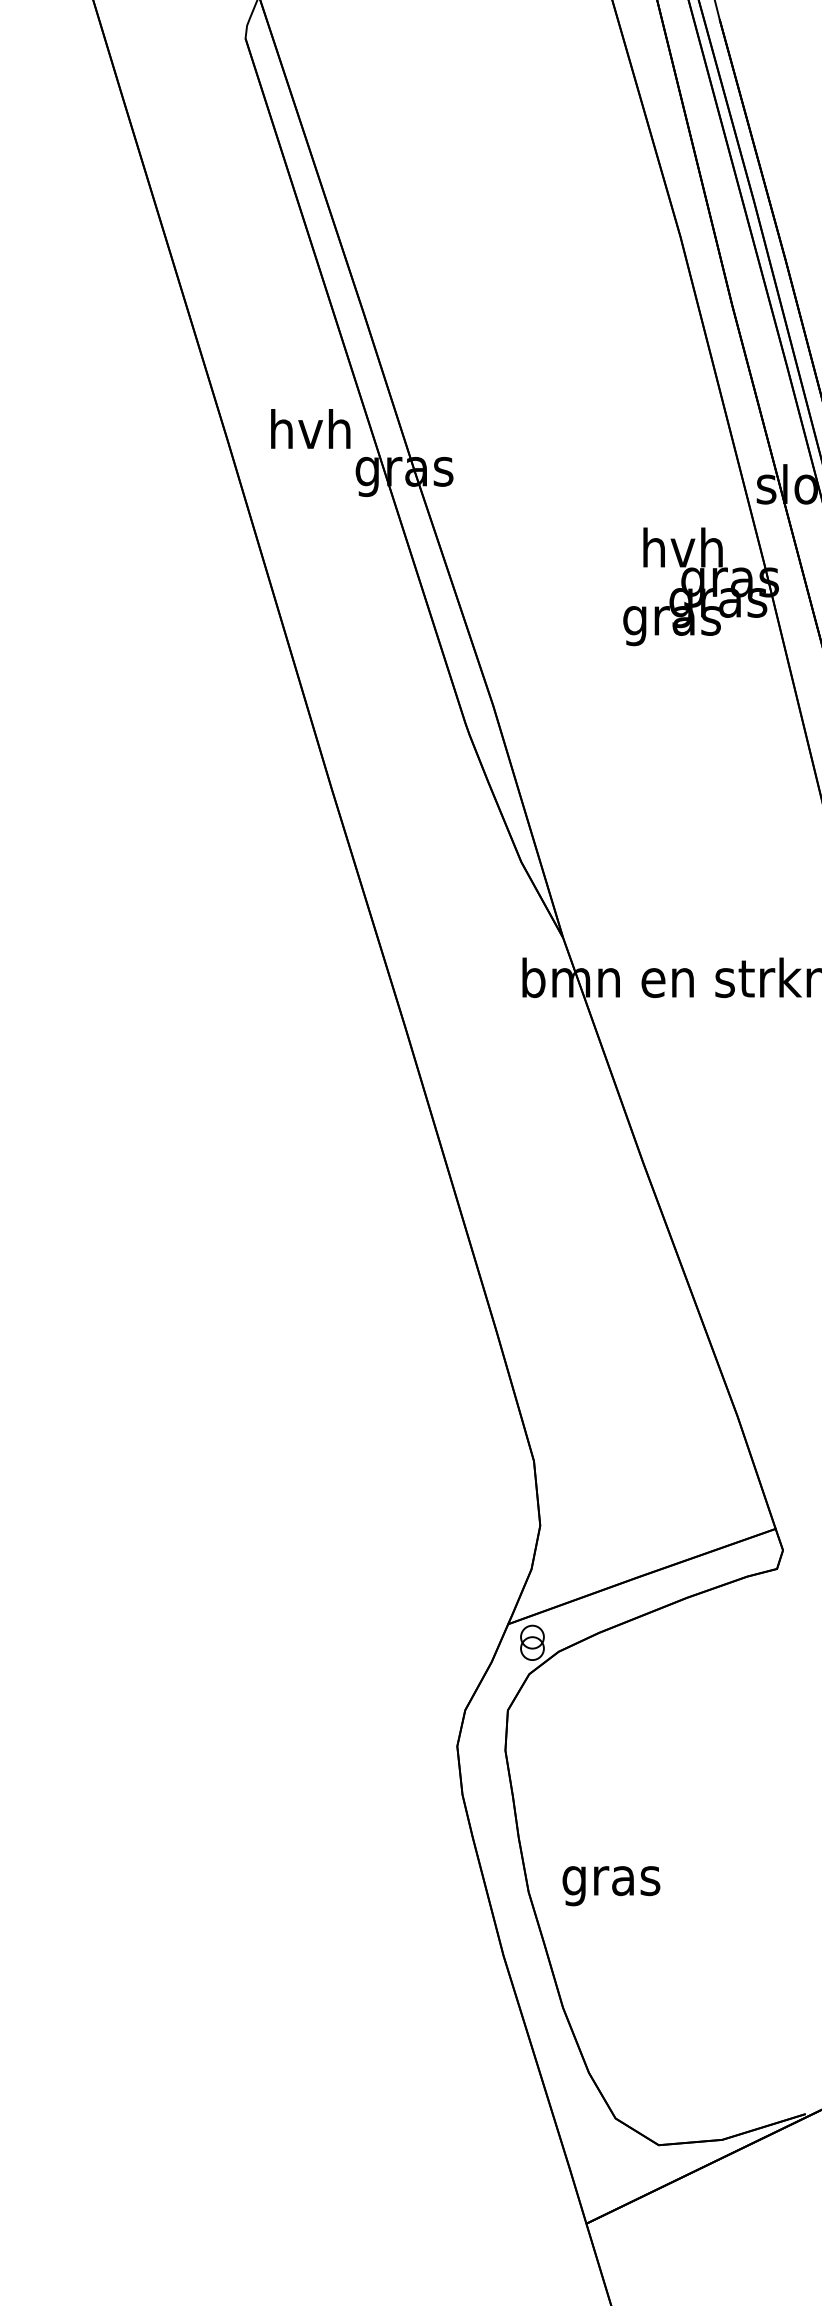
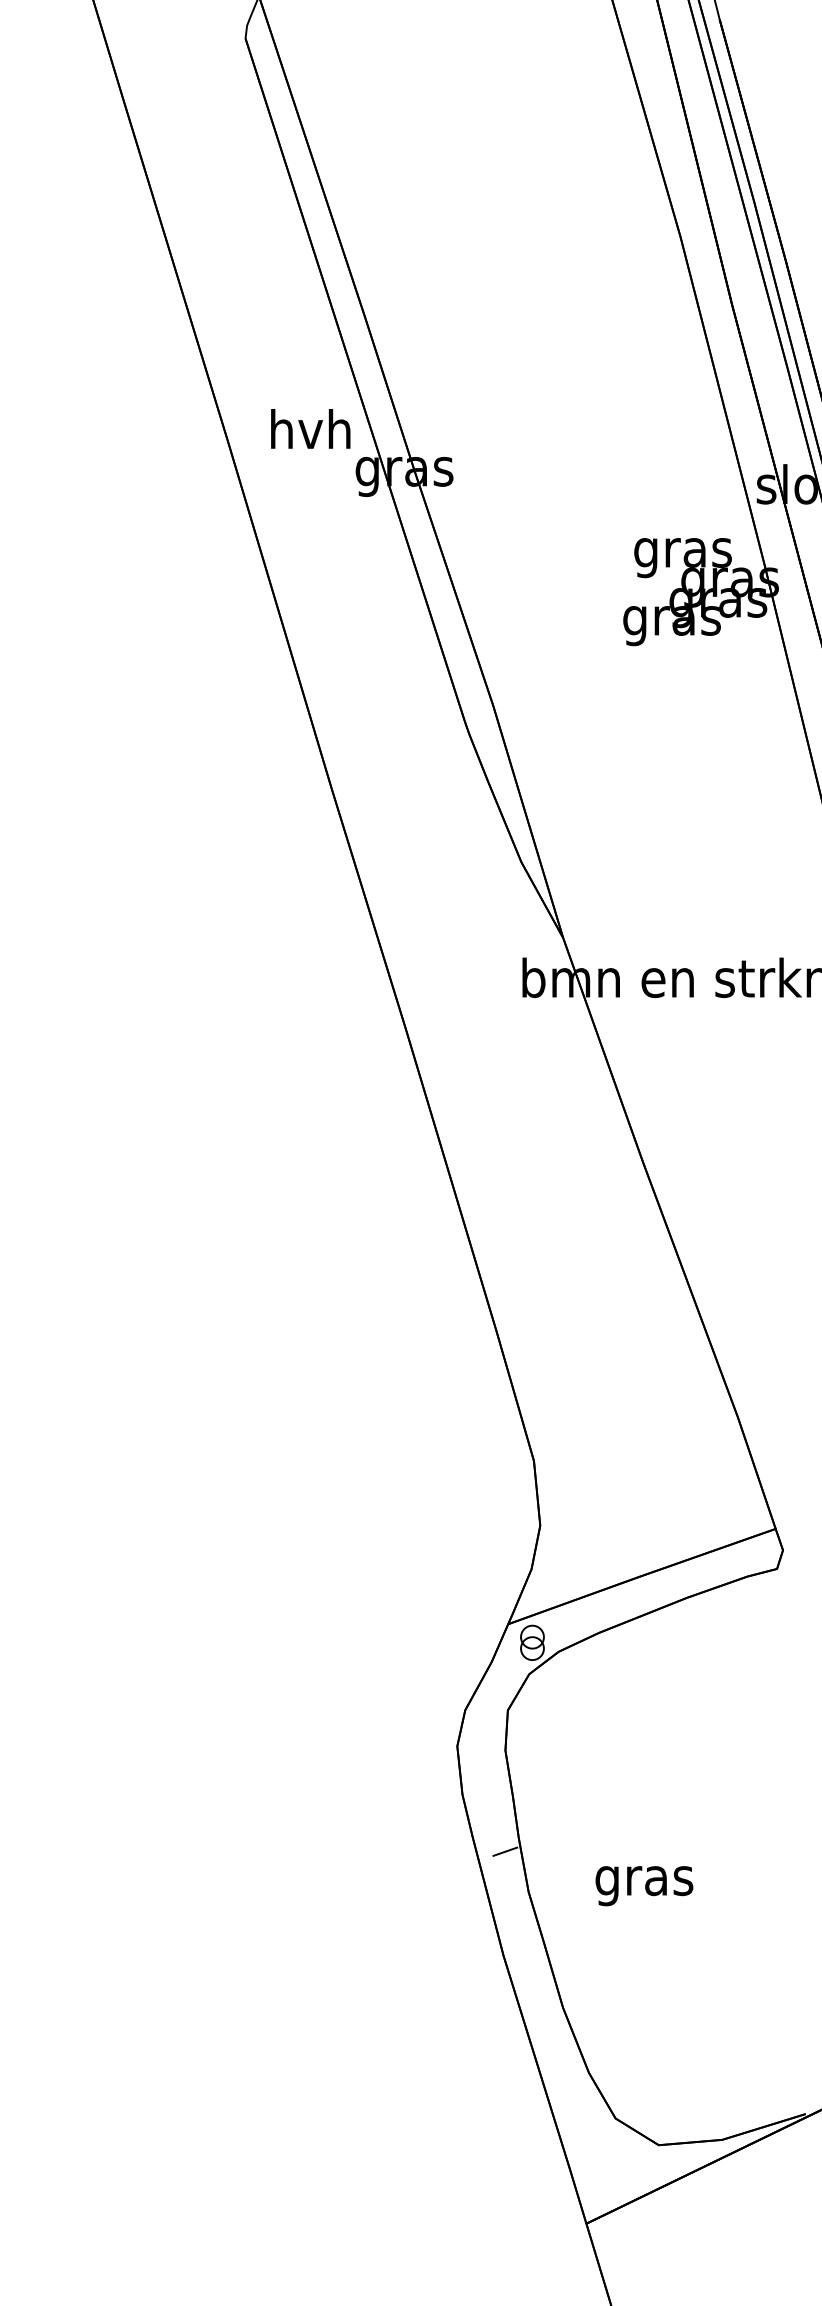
text at (682, 552): hvh -> gras
line at (505, 1851): none -> present
text at (611, 1886) position: (611, 1886) -> (644, 1886)
